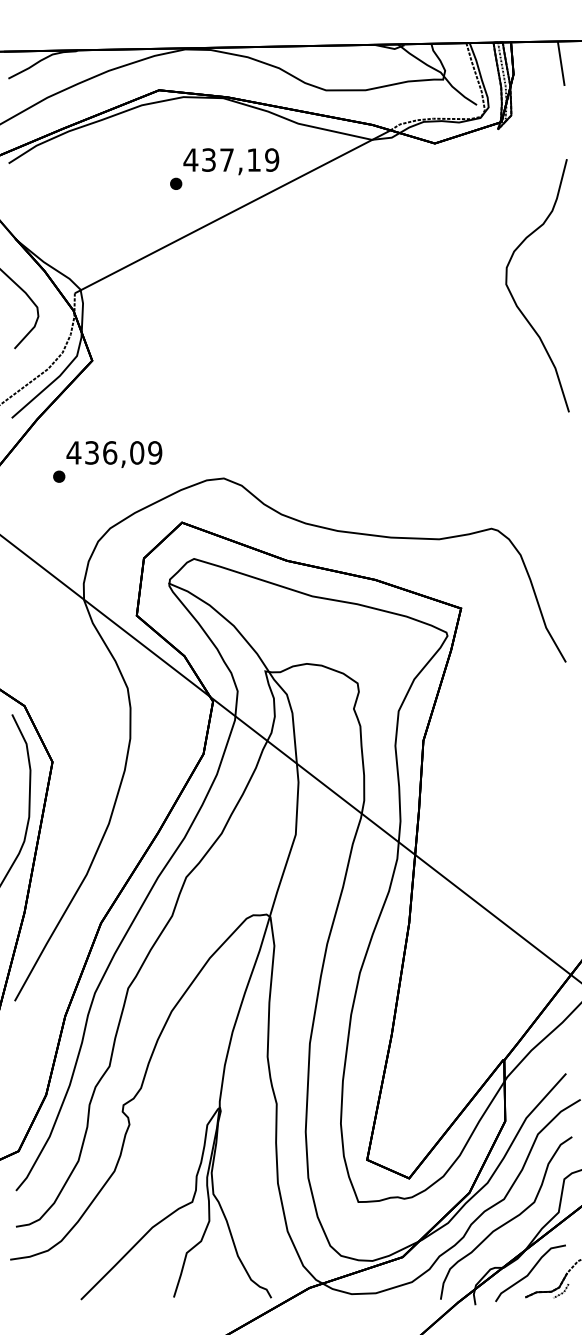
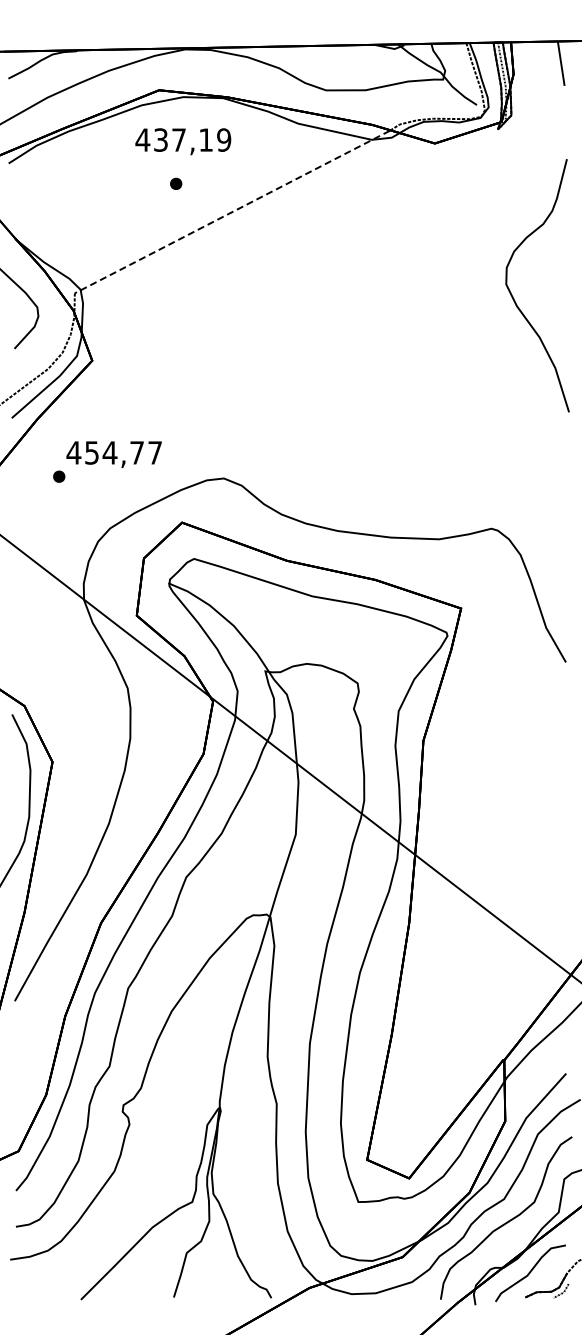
text at (231, 161) position: (231, 161) -> (183, 141)
line at (231, 212): solid -> dashed
text at (123, 452): 436,09 -> 454,77
